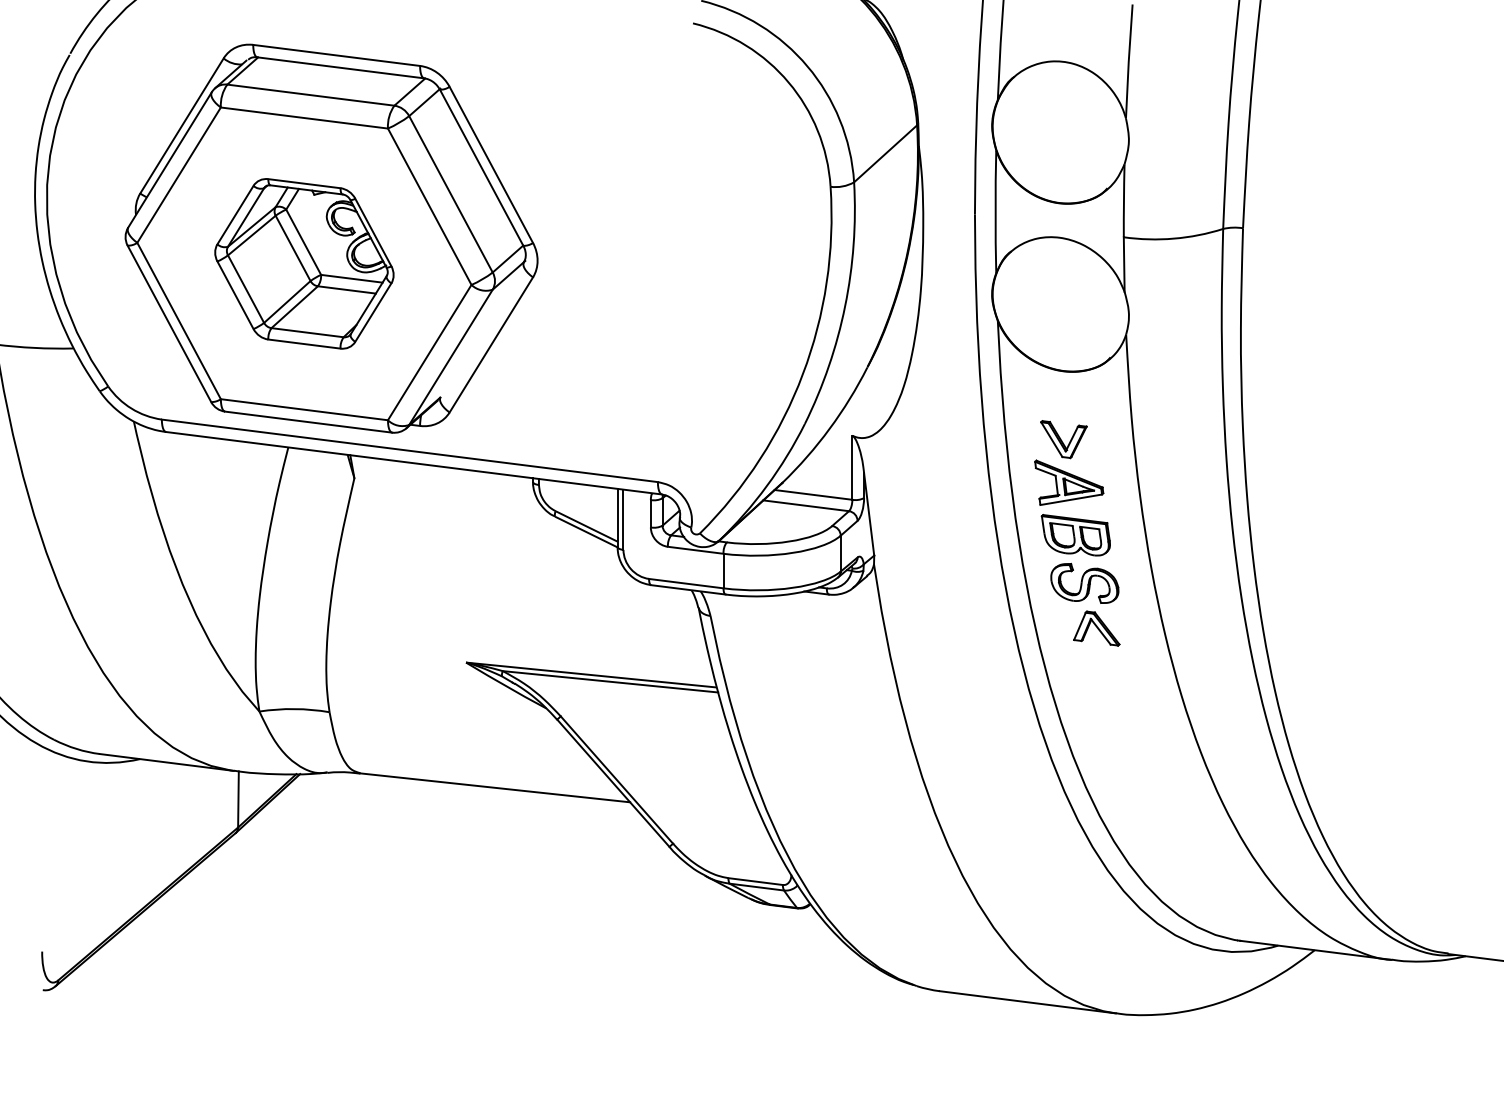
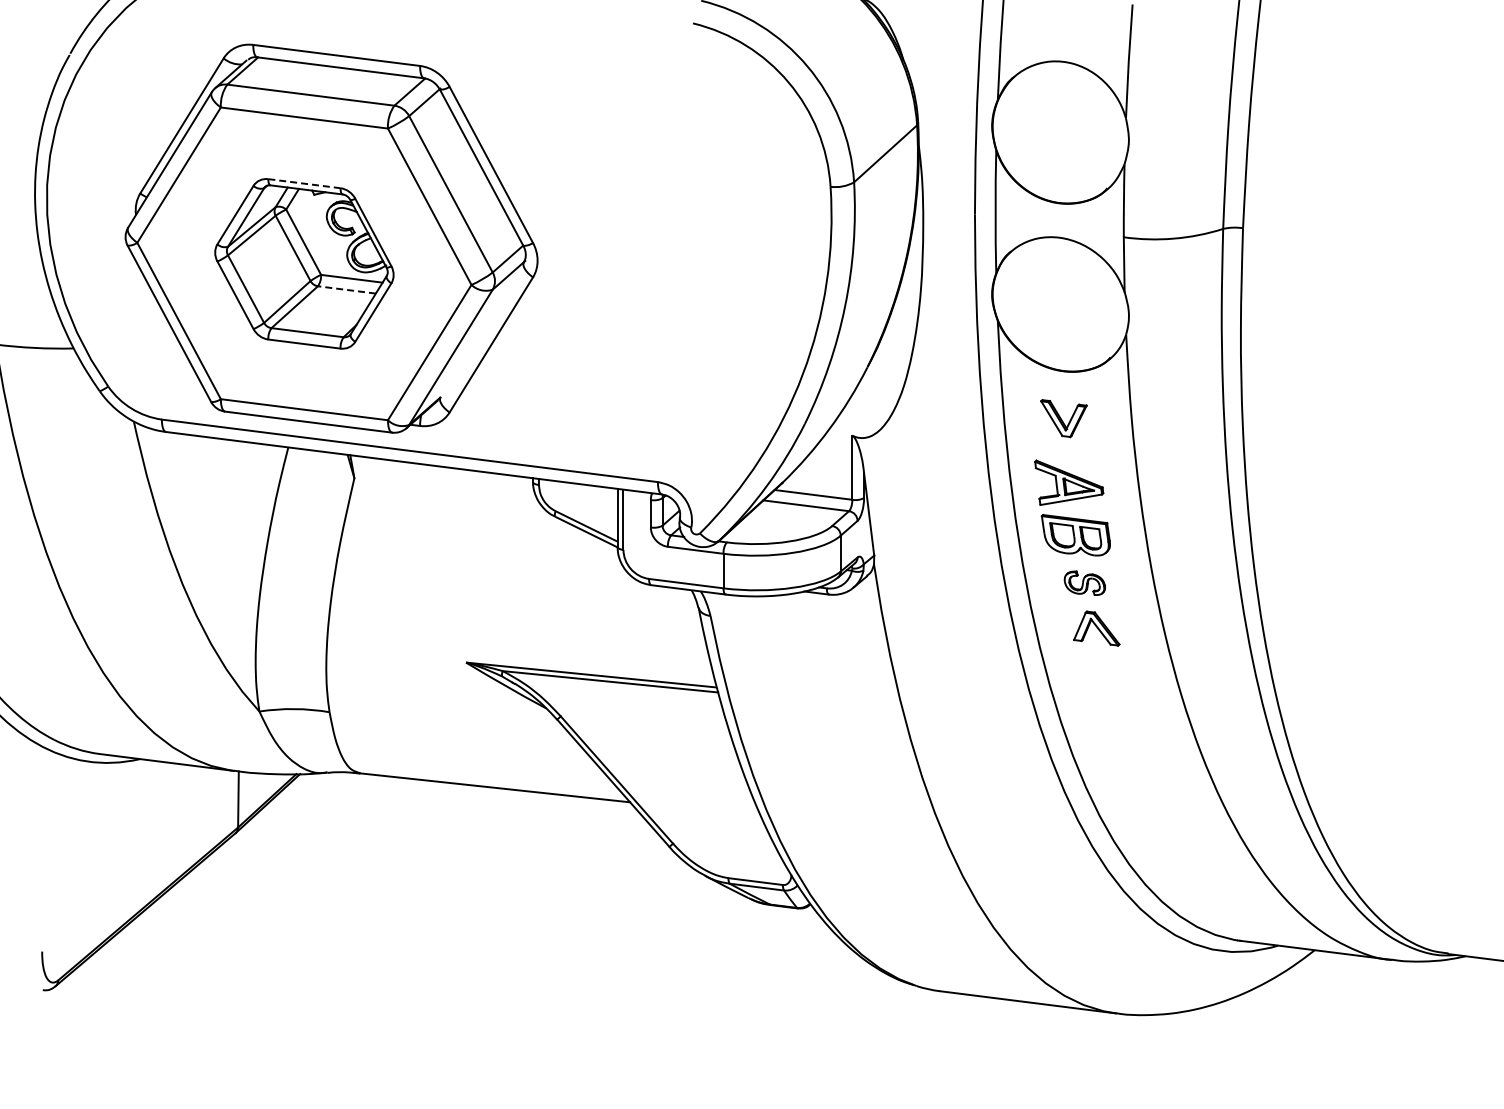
line at (304, 183): solid -> dashed
line at (346, 289): solid -> dashed
part at (1063, 439) position: (1063, 439) -> (1063, 418)
part at (1084, 582) size: 70x42 px -> 43x26 px
